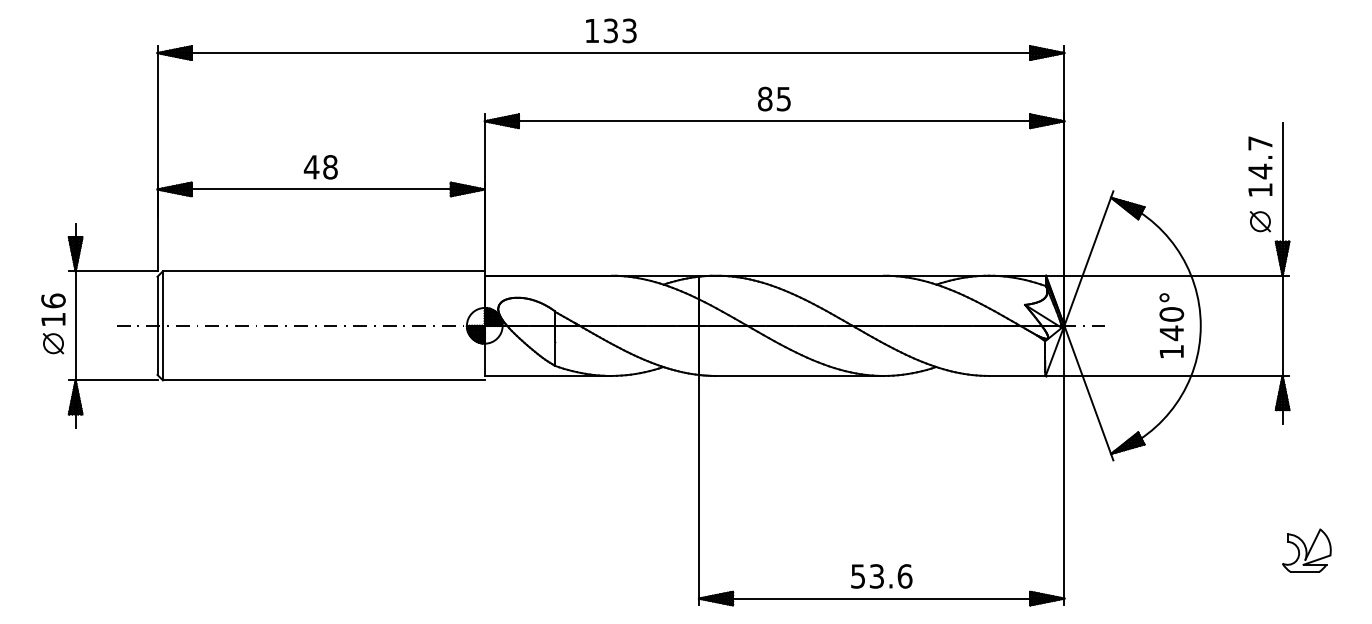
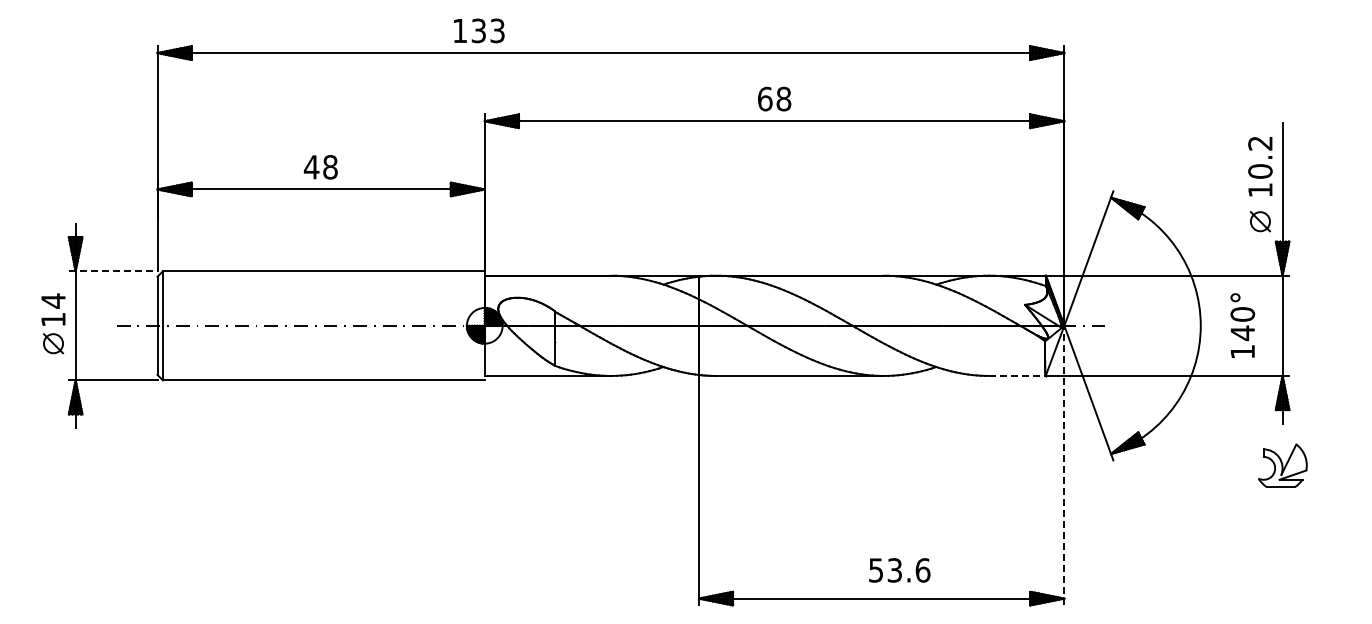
text at (611, 30) position: (611, 30) -> (479, 30)
text at (774, 98): 85 -> 68
text at (1260, 157): 14.7 -> 10.2
line at (113, 271): solid -> dashed
text at (53, 300): 16 -> 14
text at (1171, 325) position: (1171, 325) -> (1242, 325)
line at (1017, 375): solid -> dashed
line at (1064, 465): solid -> dashed
part at (1306, 550) position: (1306, 550) -> (1282, 465)
text at (881, 576) position: (881, 576) -> (899, 570)
